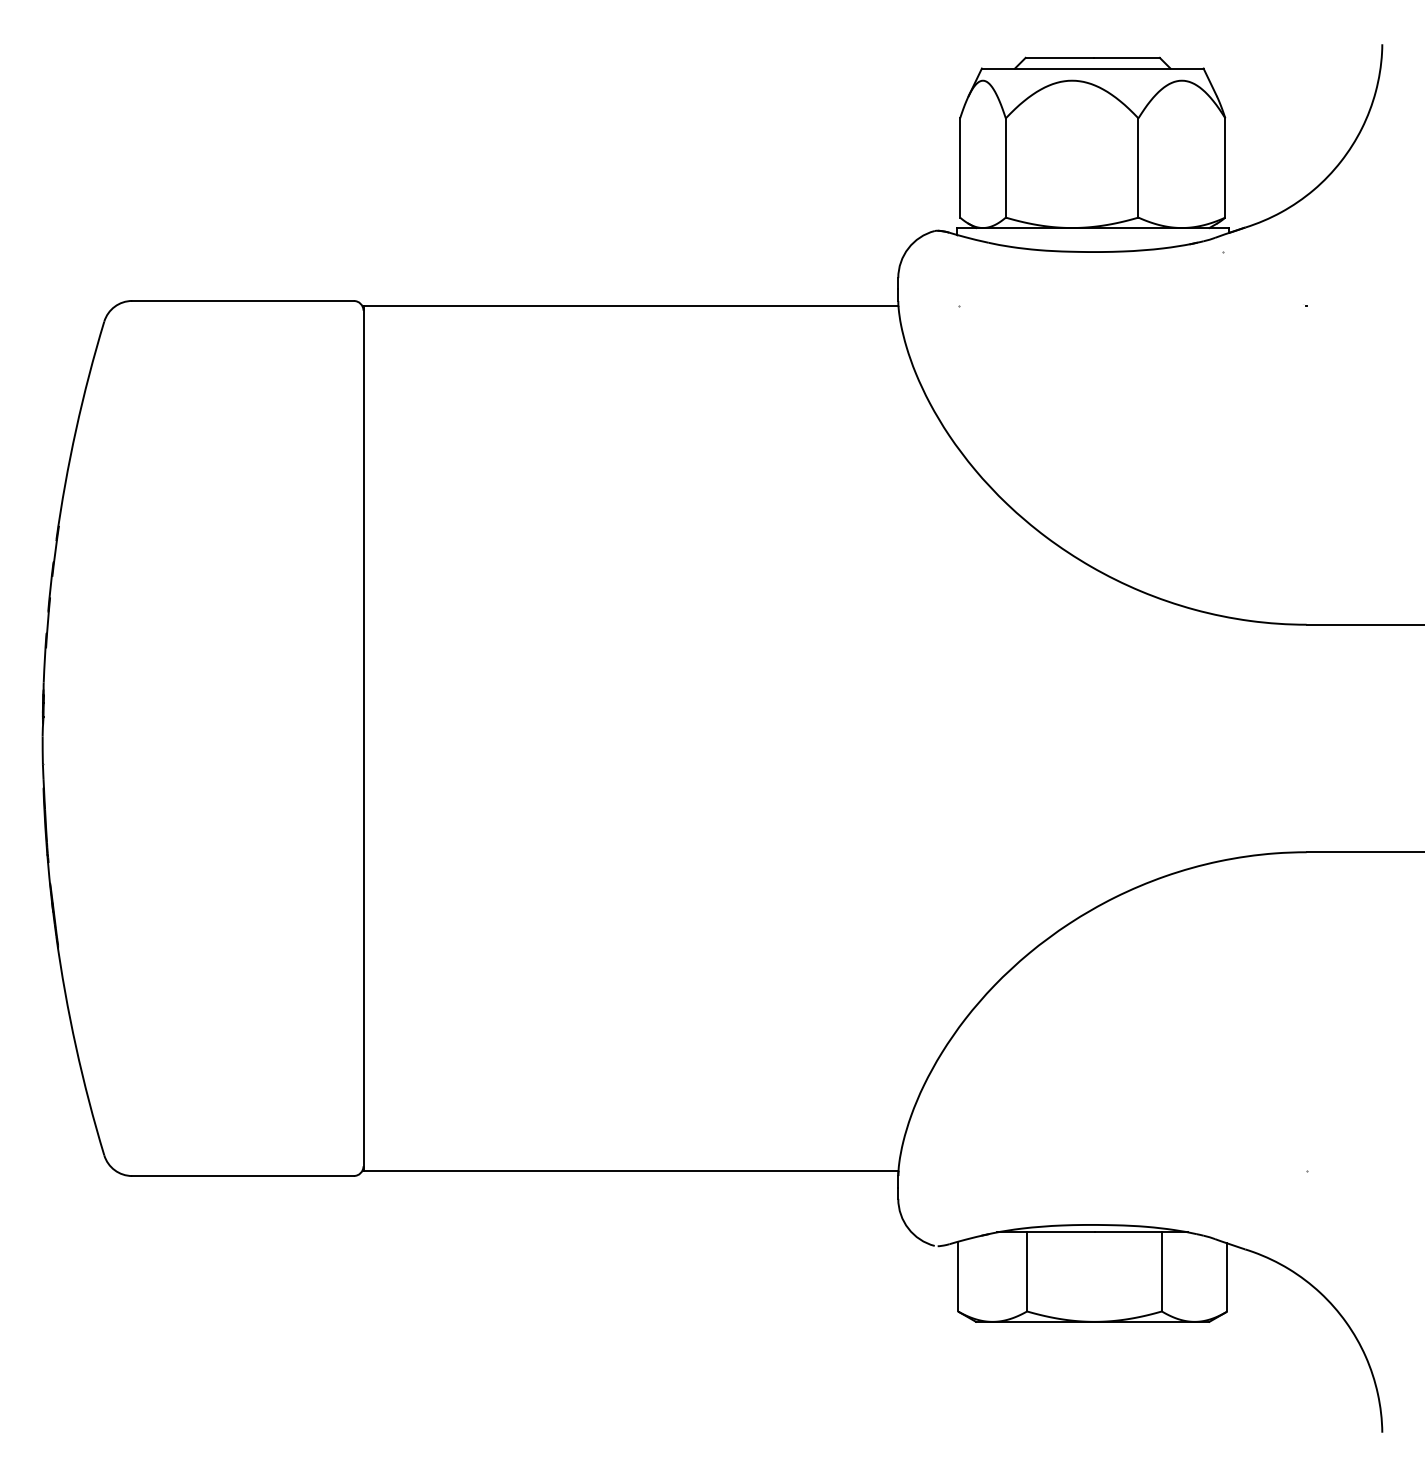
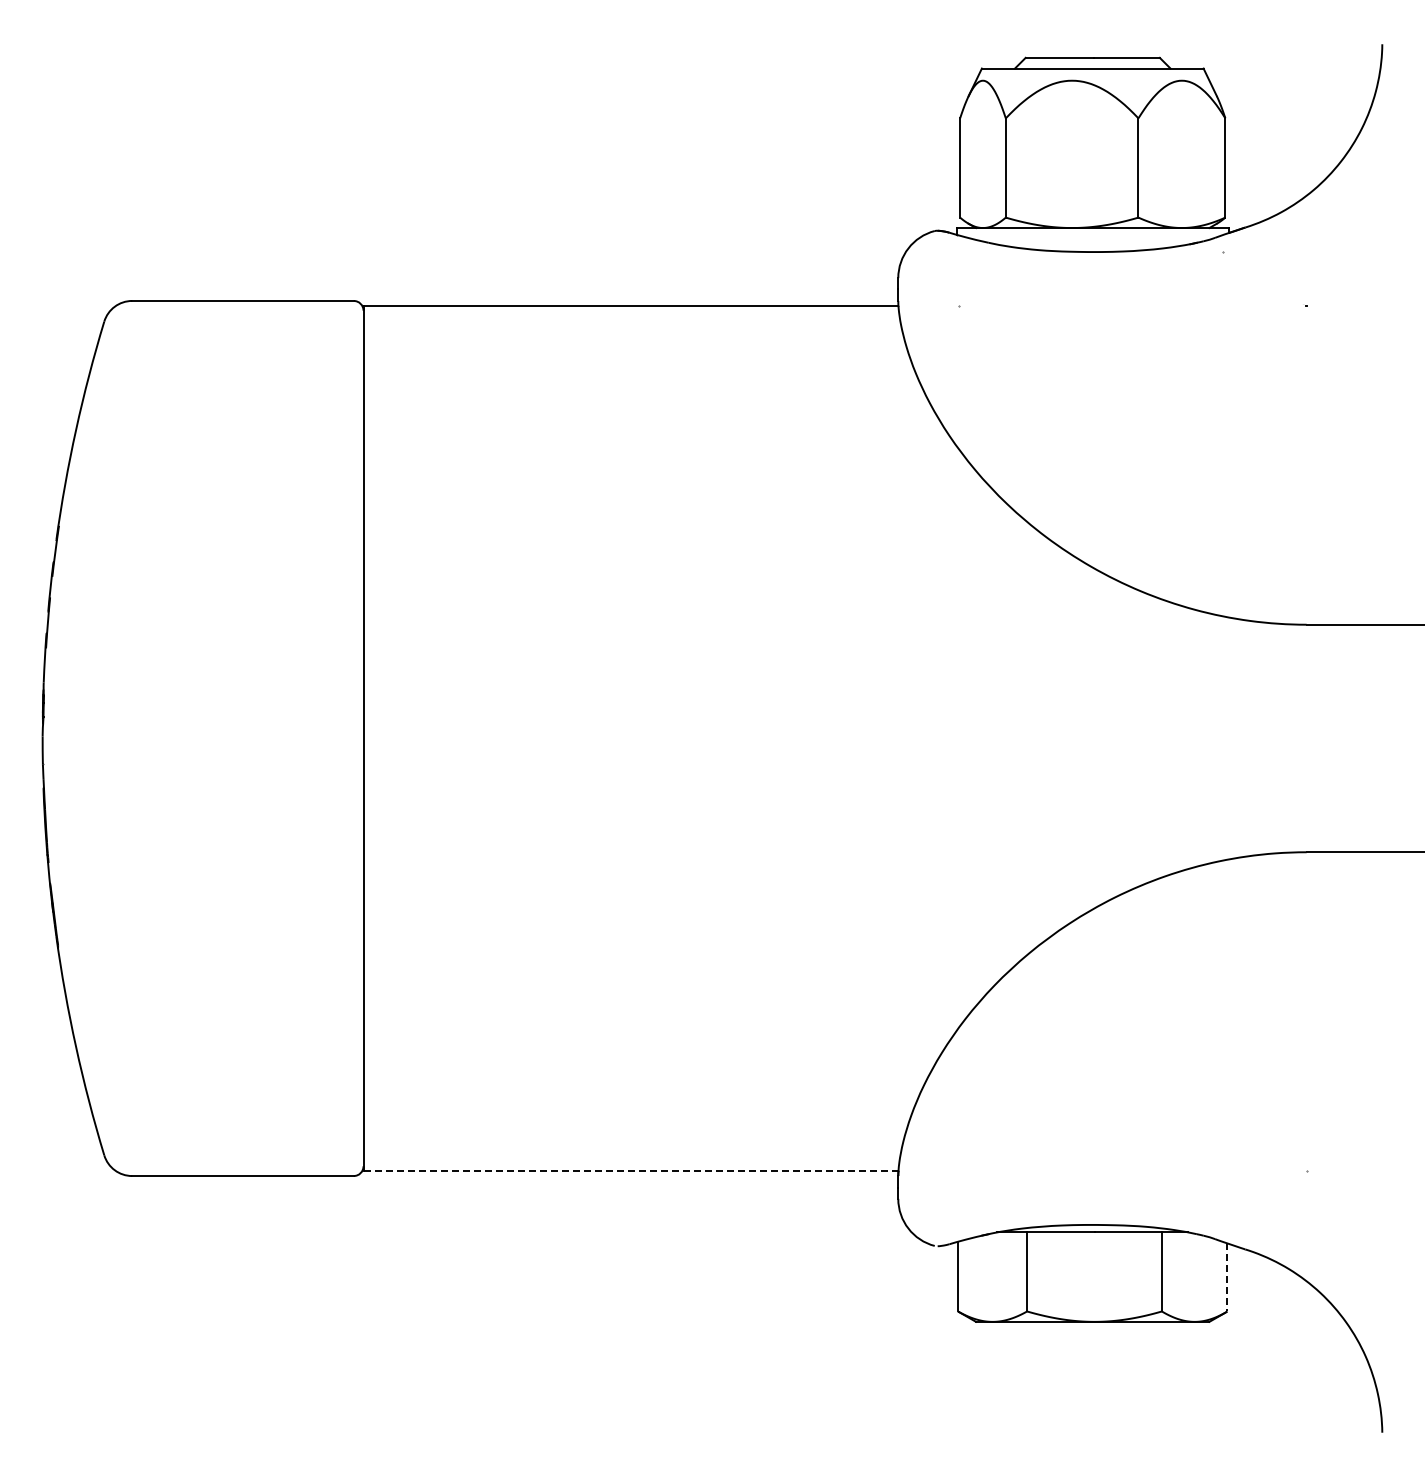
line at (631, 1170): solid -> dashed
line at (1227, 1277): solid -> dashed
